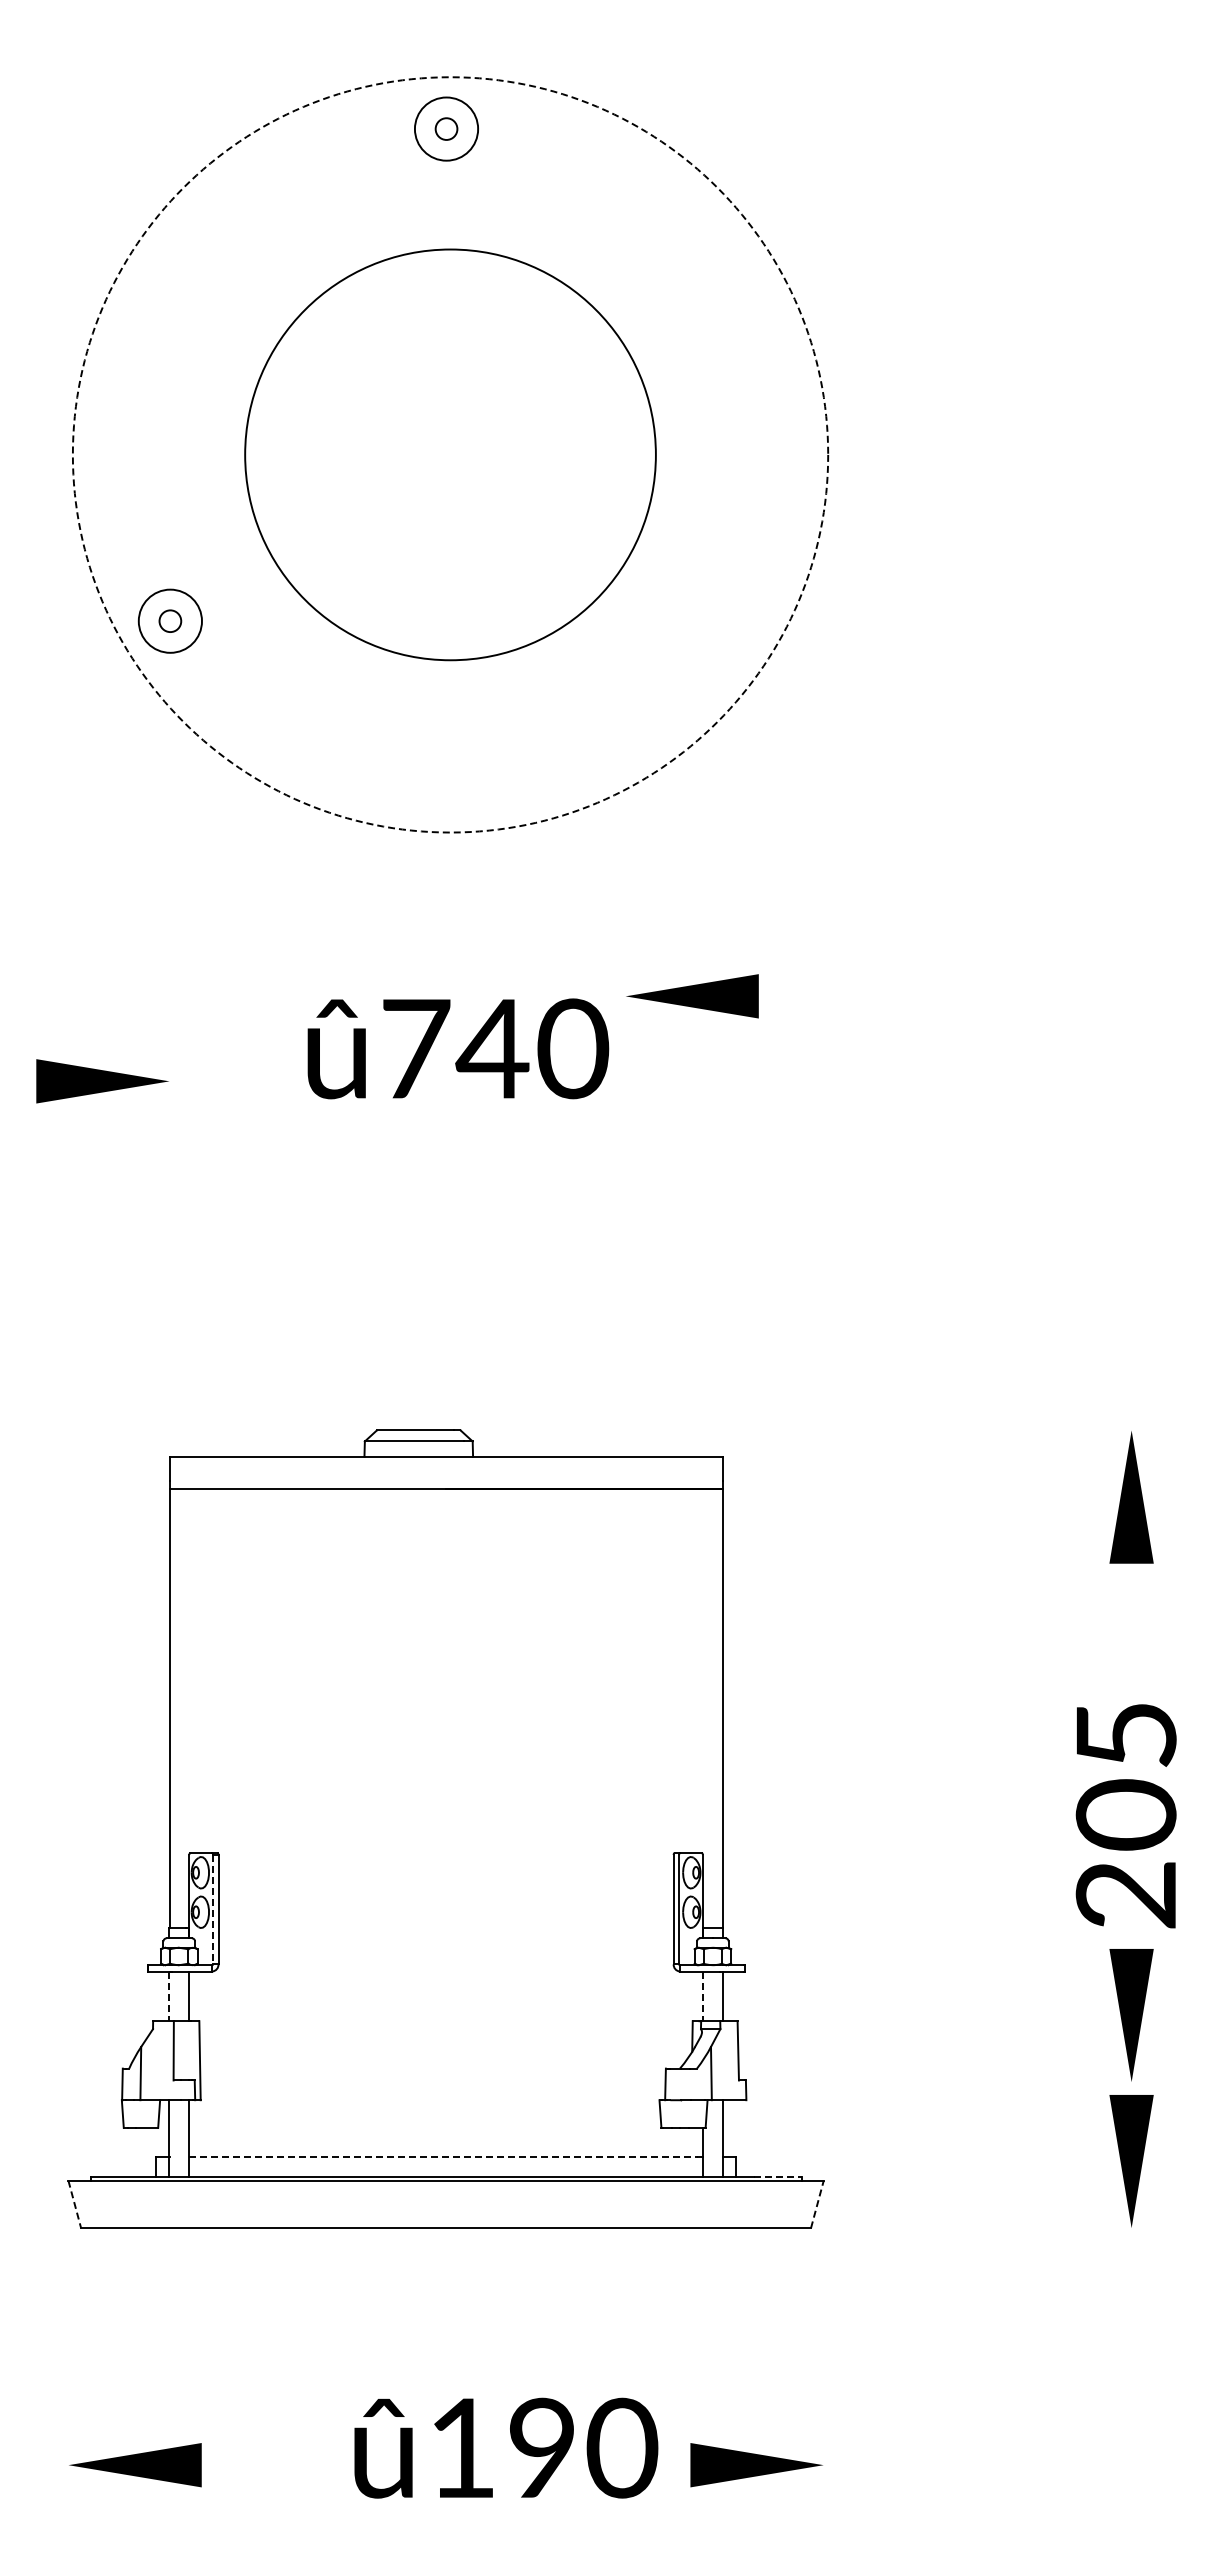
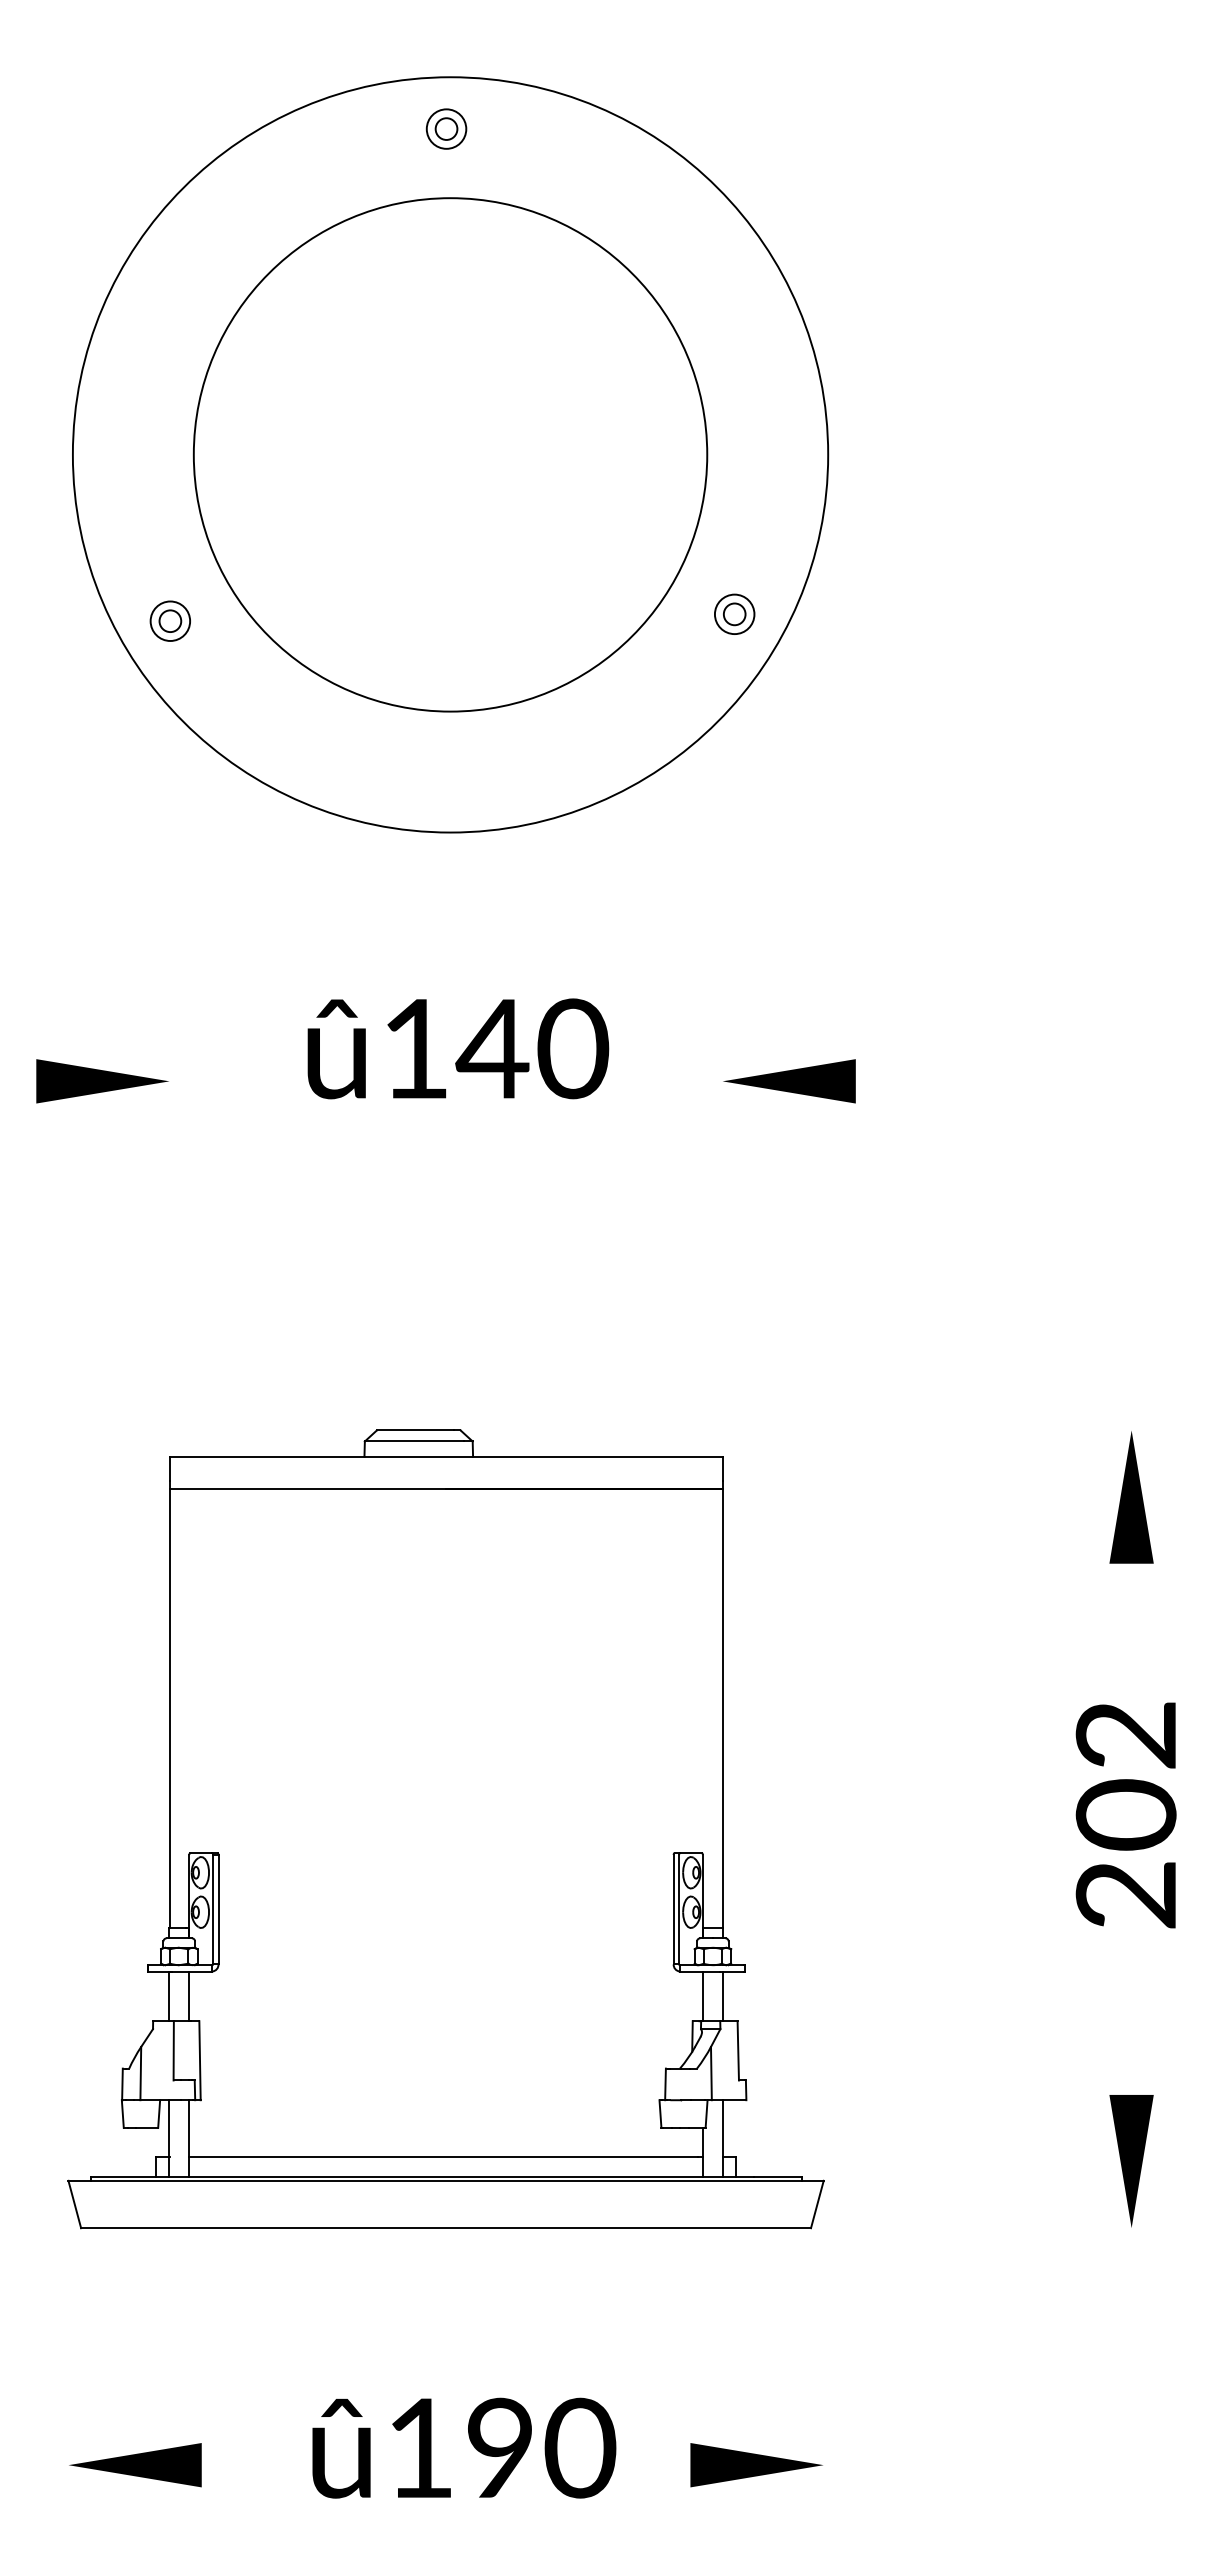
circle at (446, 128) diameter: 63 px -> 39 px
circle at (450, 454) diameter: 411 px -> 513 px
circle at (450, 454): dashed -> solid
part at (734, 613): none -> present
circle at (170, 620) diameter: 63 px -> 39 px
part at (692, 996) position: (692, 996) -> (789, 1081)
text at (416, 1048): 7 -> 1
text at (1125, 1735): 205 -> 202
line at (213, 1909): dashed -> solid
line at (169, 1996): dashed -> solid
line at (702, 1996): dashed -> solid
part at (1131, 2015): present -> none
line at (443, 2157): dashed -> solid
line at (777, 2176): dashed -> solid
line at (74, 2204): dashed -> solid
line at (817, 2204): dashed -> solid
text at (506, 2447) position: (506, 2447) -> (464, 2447)
